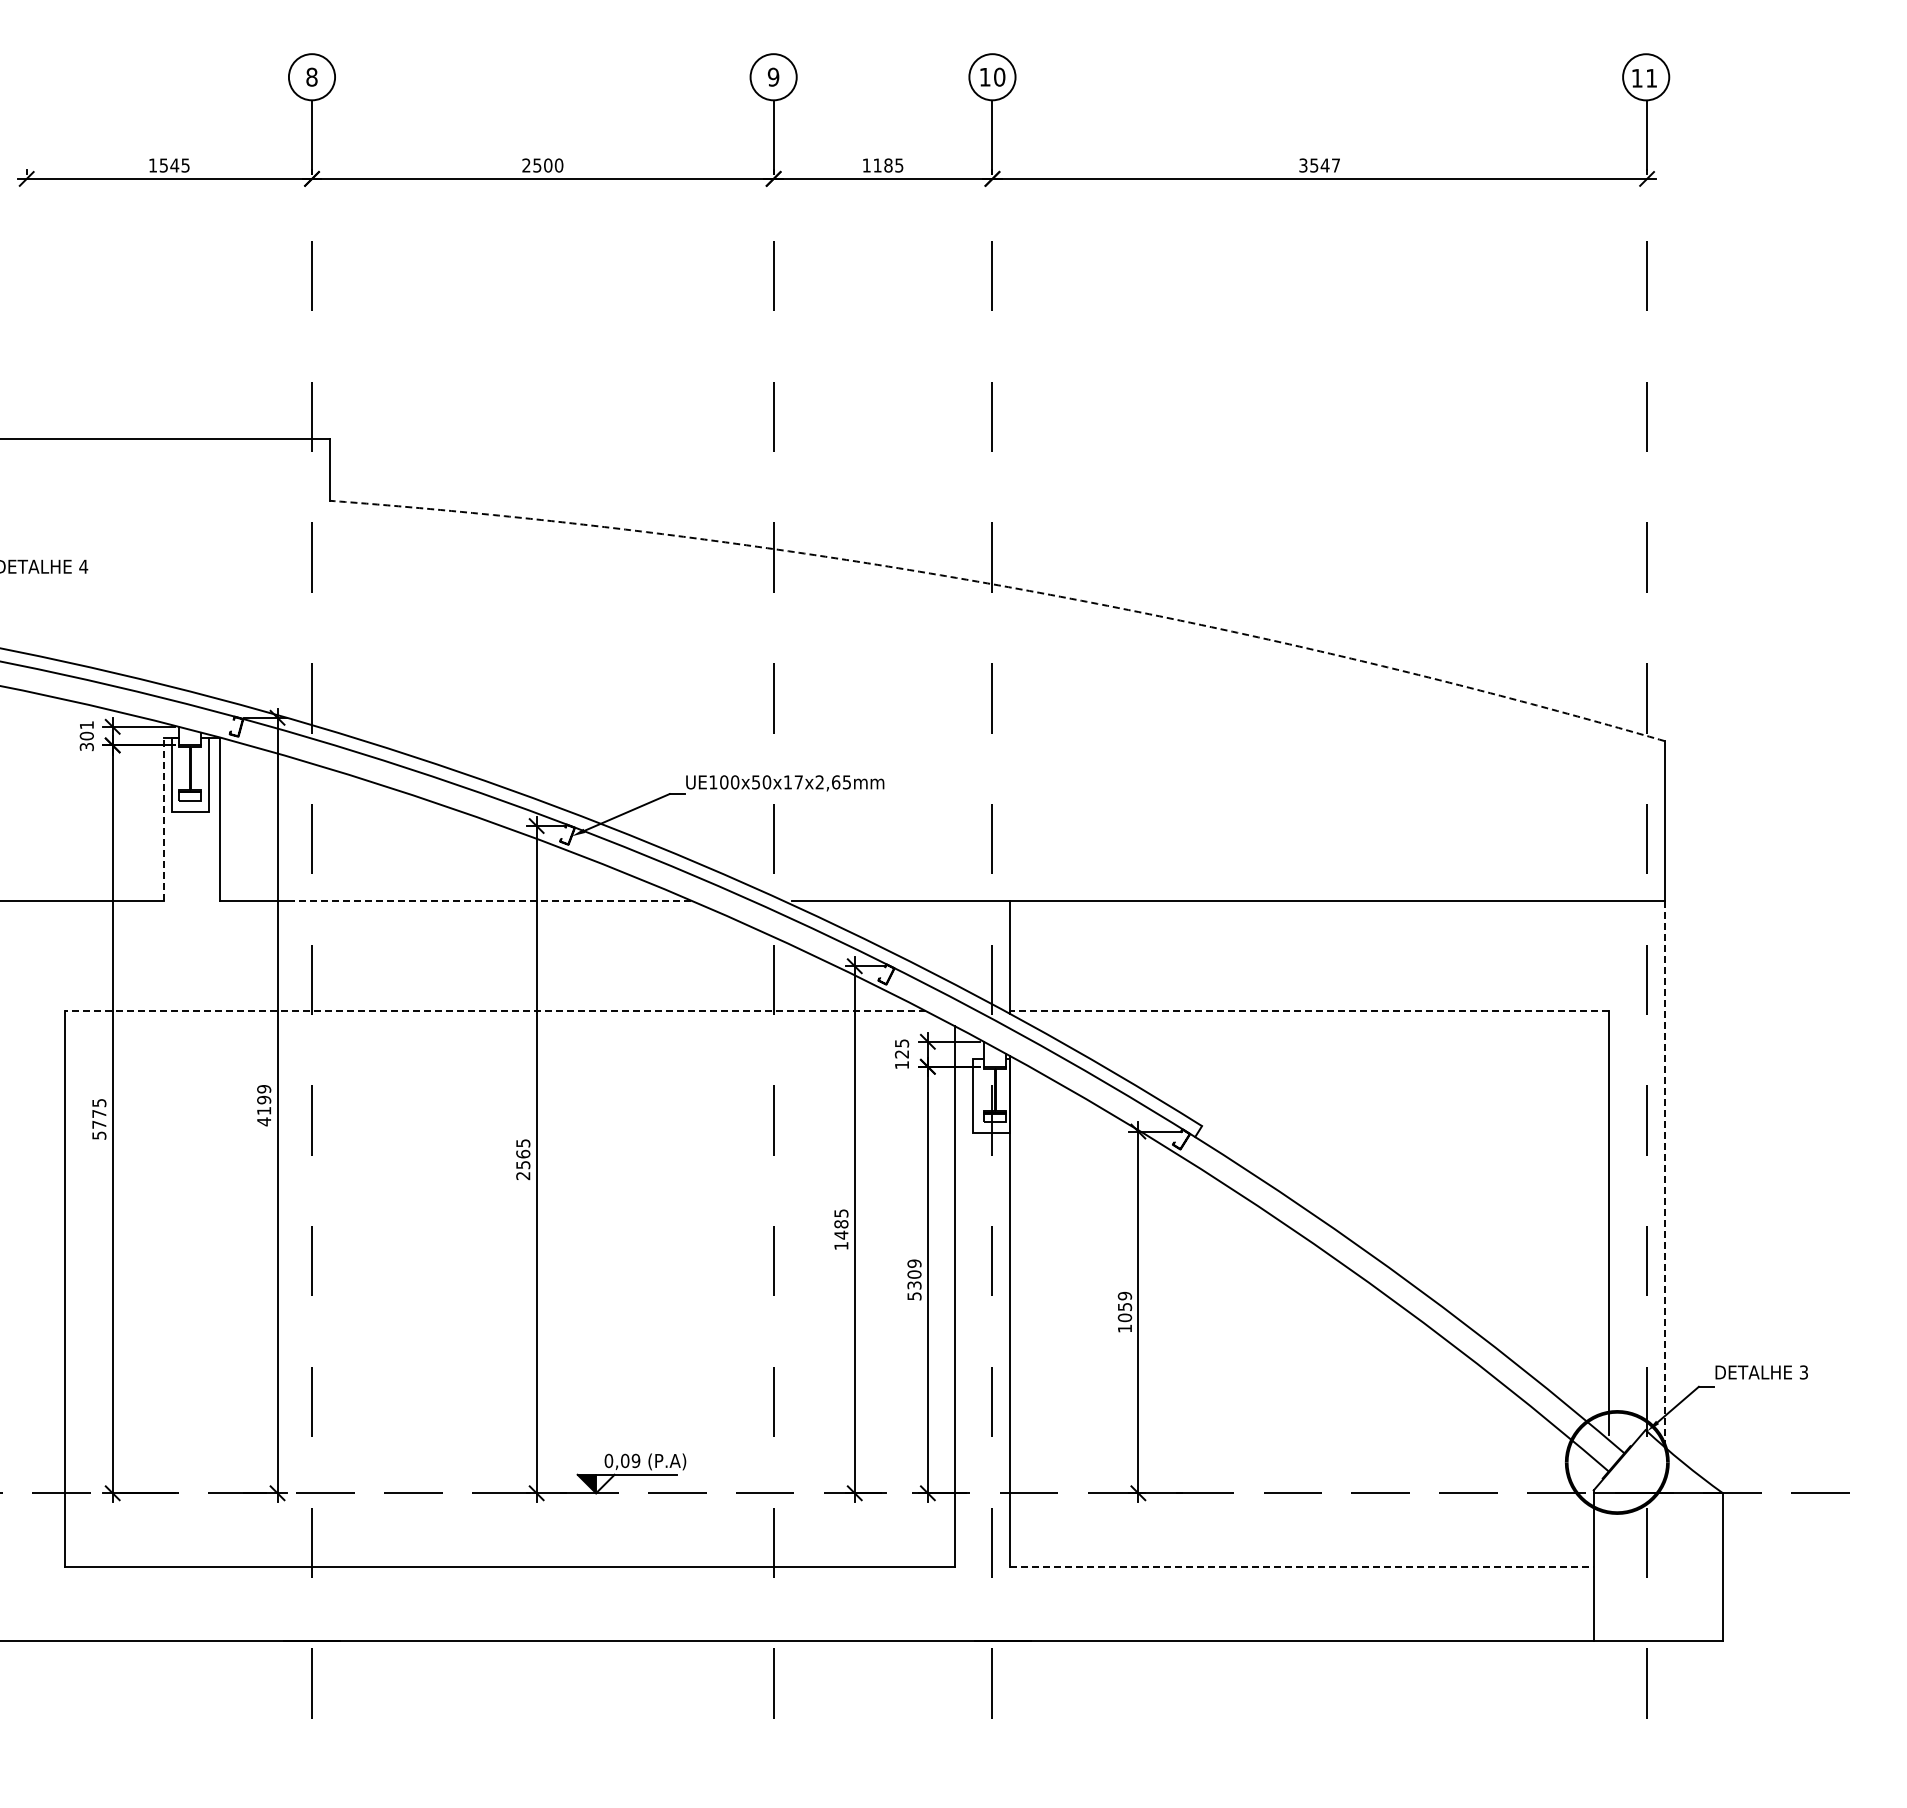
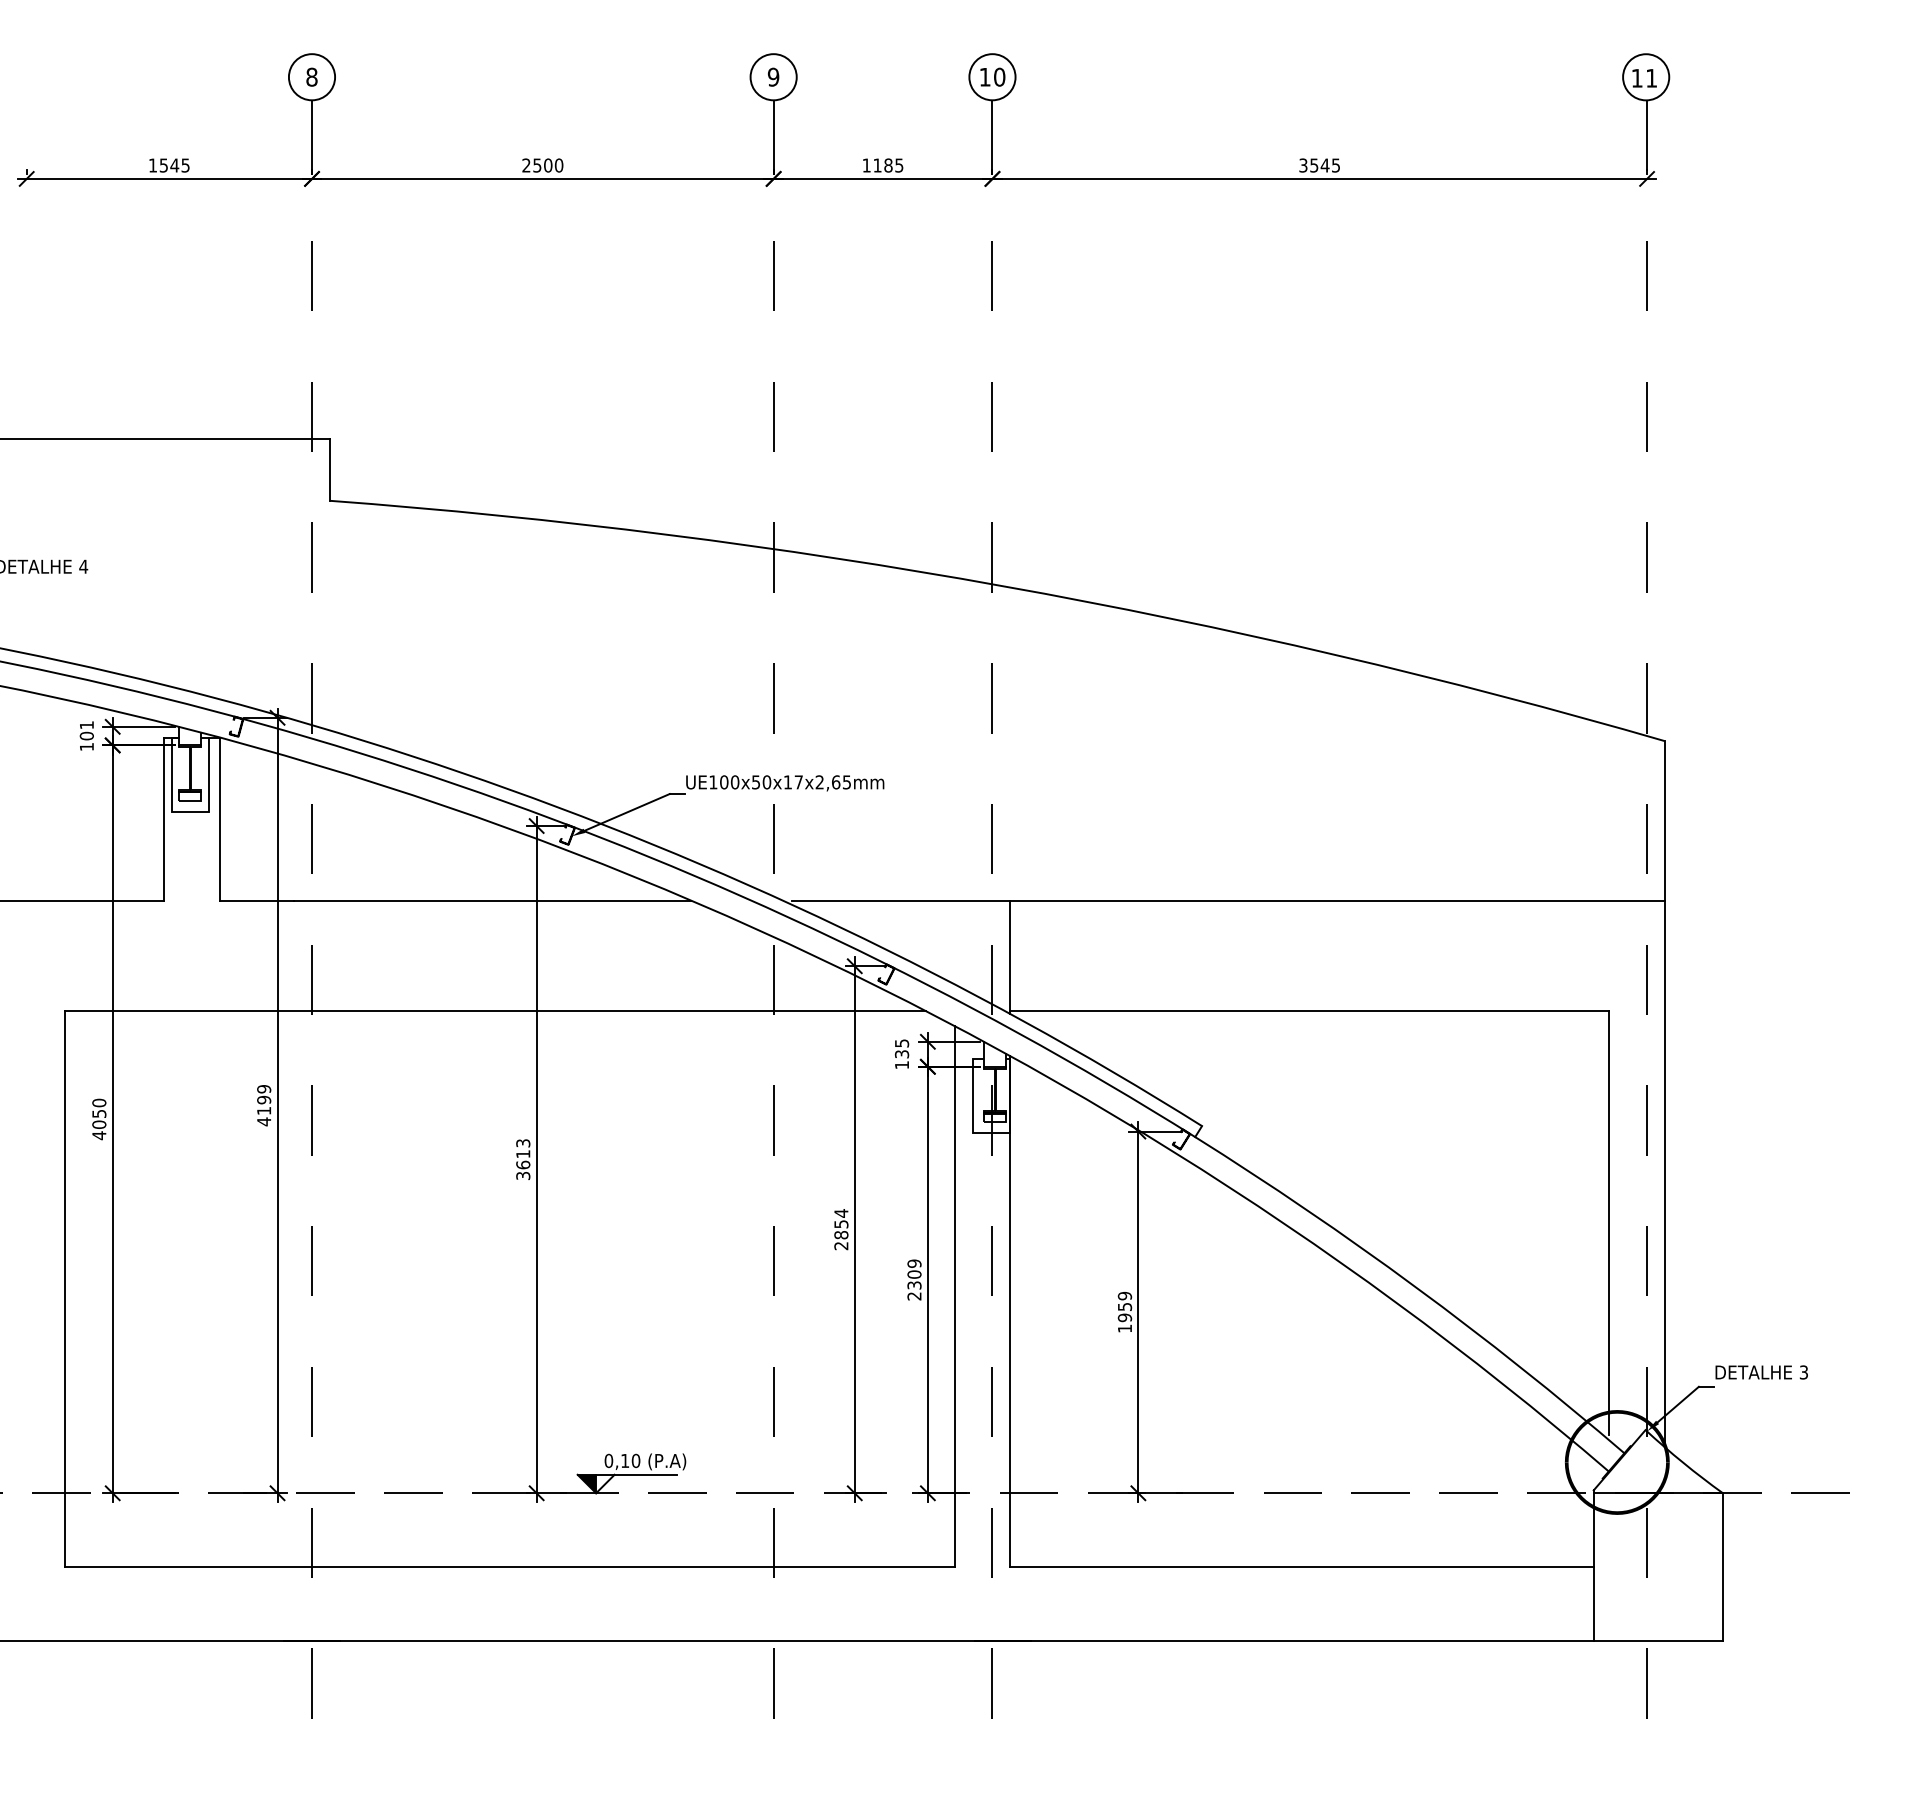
text at (1335, 165): 3547 -> 3545
arc at (1003, 586): dashed -> solid
text at (86, 747): 301 -> 101
line at (164, 818): dashed -> solid
line at (492, 900): dashed -> solid
line at (495, 1011): dashed -> solid
line at (1309, 1011): dashed -> solid
text at (902, 1054): 125 -> 135
text at (99, 1119): 5775 -> 4050
text at (523, 1159): 2565 -> 3613
line at (1664, 1174): dashed -> solid
text at (841, 1229): 1485 -> 2854
text at (914, 1296): 5309 -> 2309
text at (1125, 1317): 1059 -> 1959
text at (630, 1460): 0,09 -> 0,10
line at (1301, 1567): dashed -> solid
